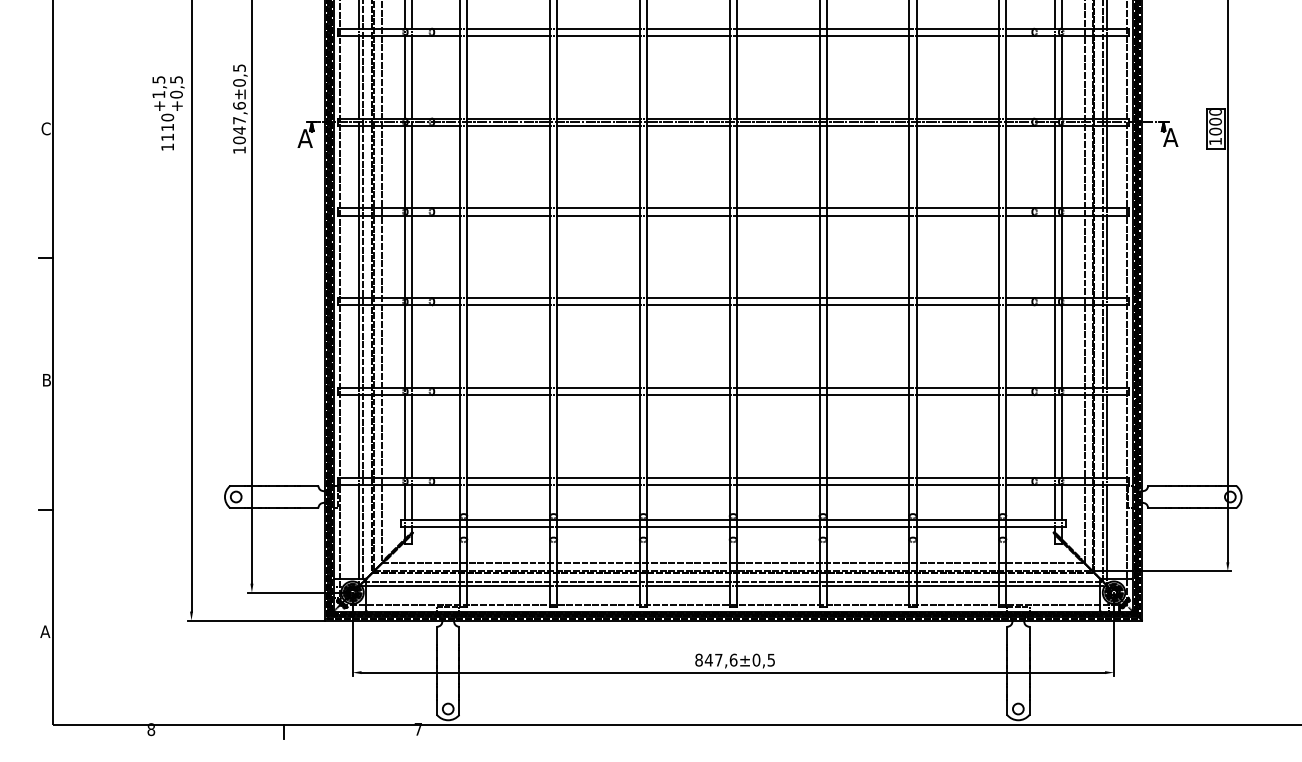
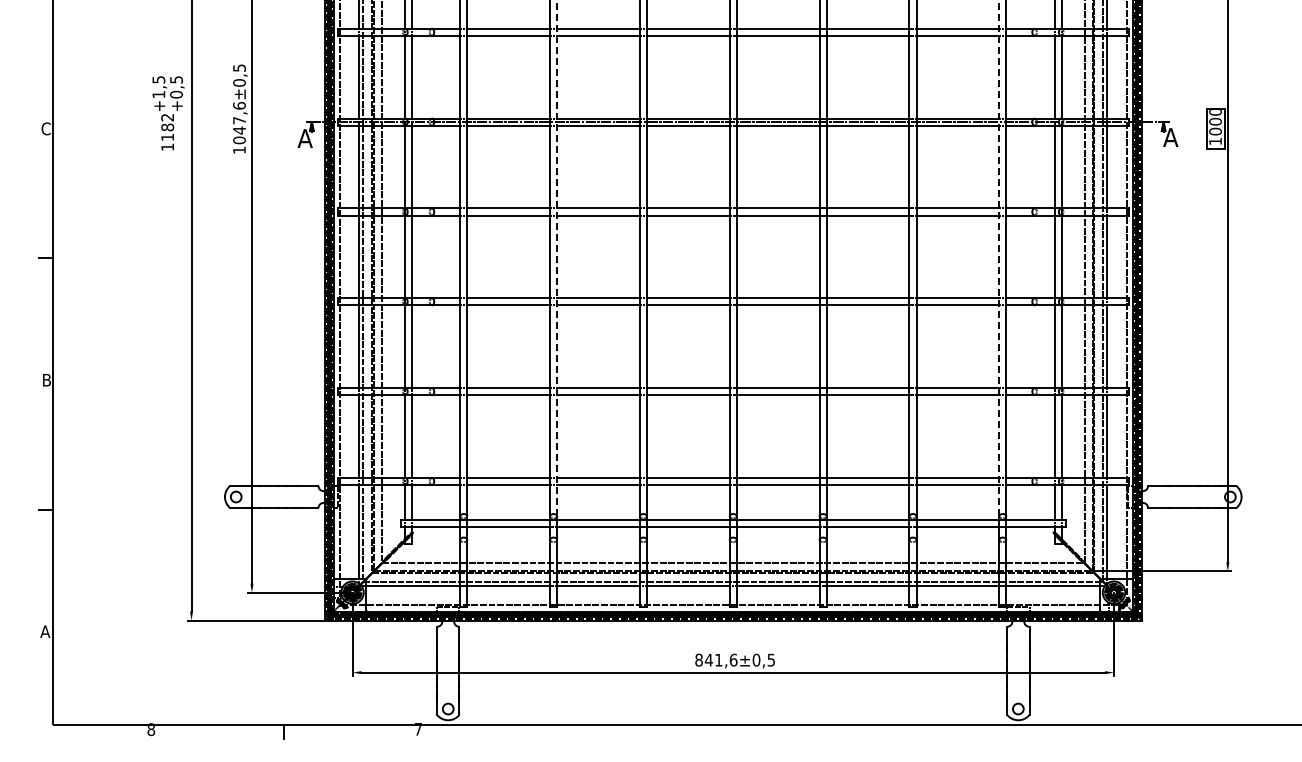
text at (167, 122): 1110 -> 1182
line at (557, 258): solid -> dashed
line at (999, 258): solid -> dashed
text at (718, 659): 847,6 -> 841,6
